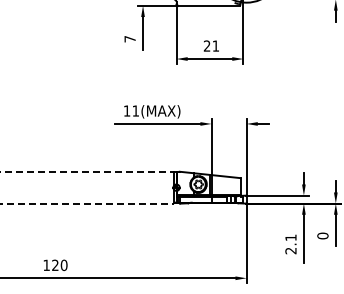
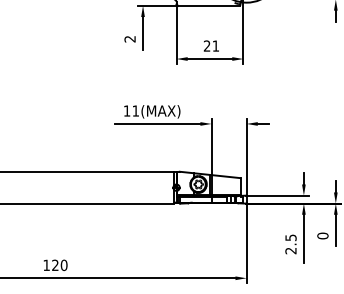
text at (129, 39): 7 -> 2
line at (88, 171): dashed -> solid
line at (86, 203): dashed -> solid
text at (290, 237): 2.1 -> 2.5
